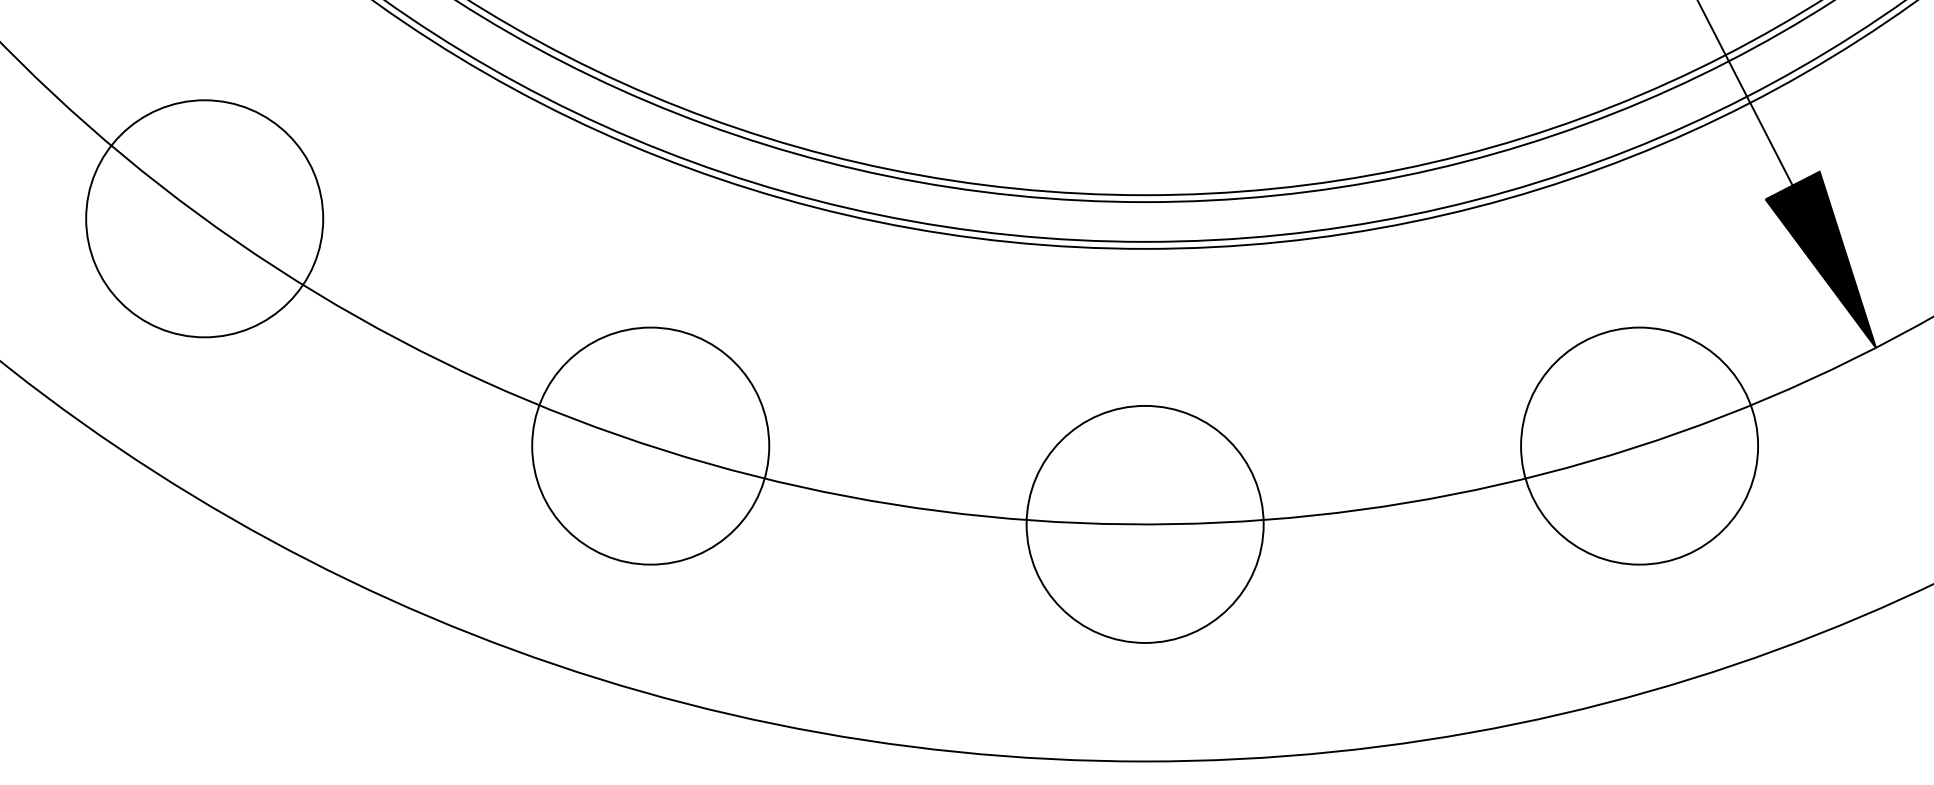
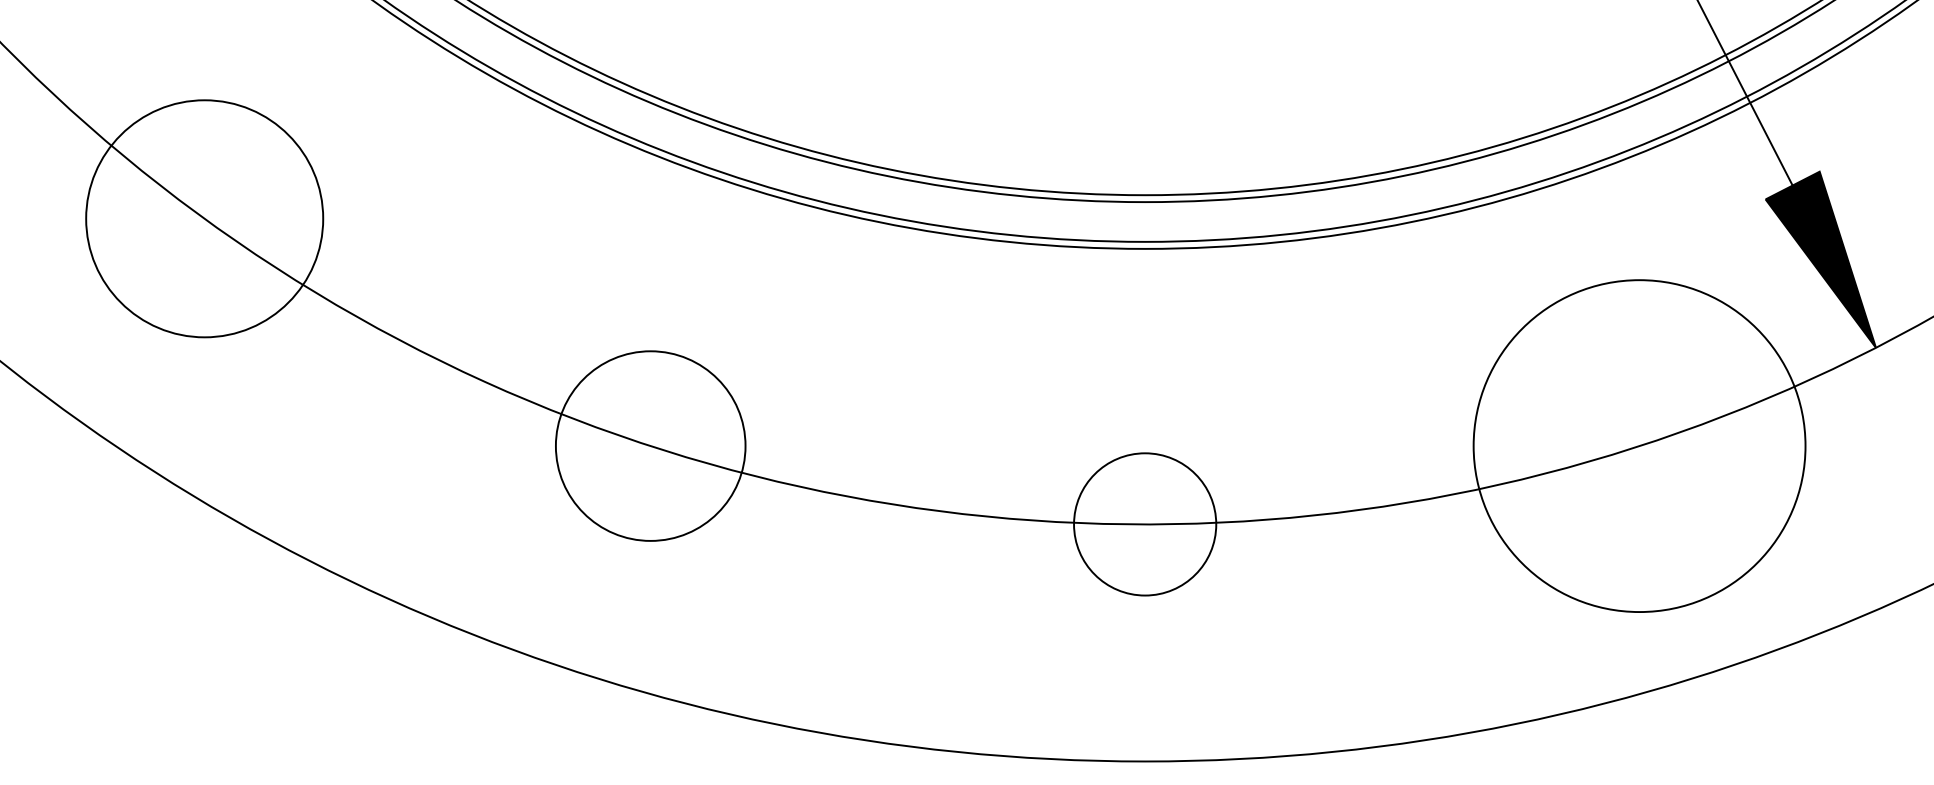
circle at (650, 445) diameter: 237 px -> 190 px
circle at (1639, 445) diameter: 237 px -> 332 px
circle at (1144, 523) diameter: 237 px -> 142 px
